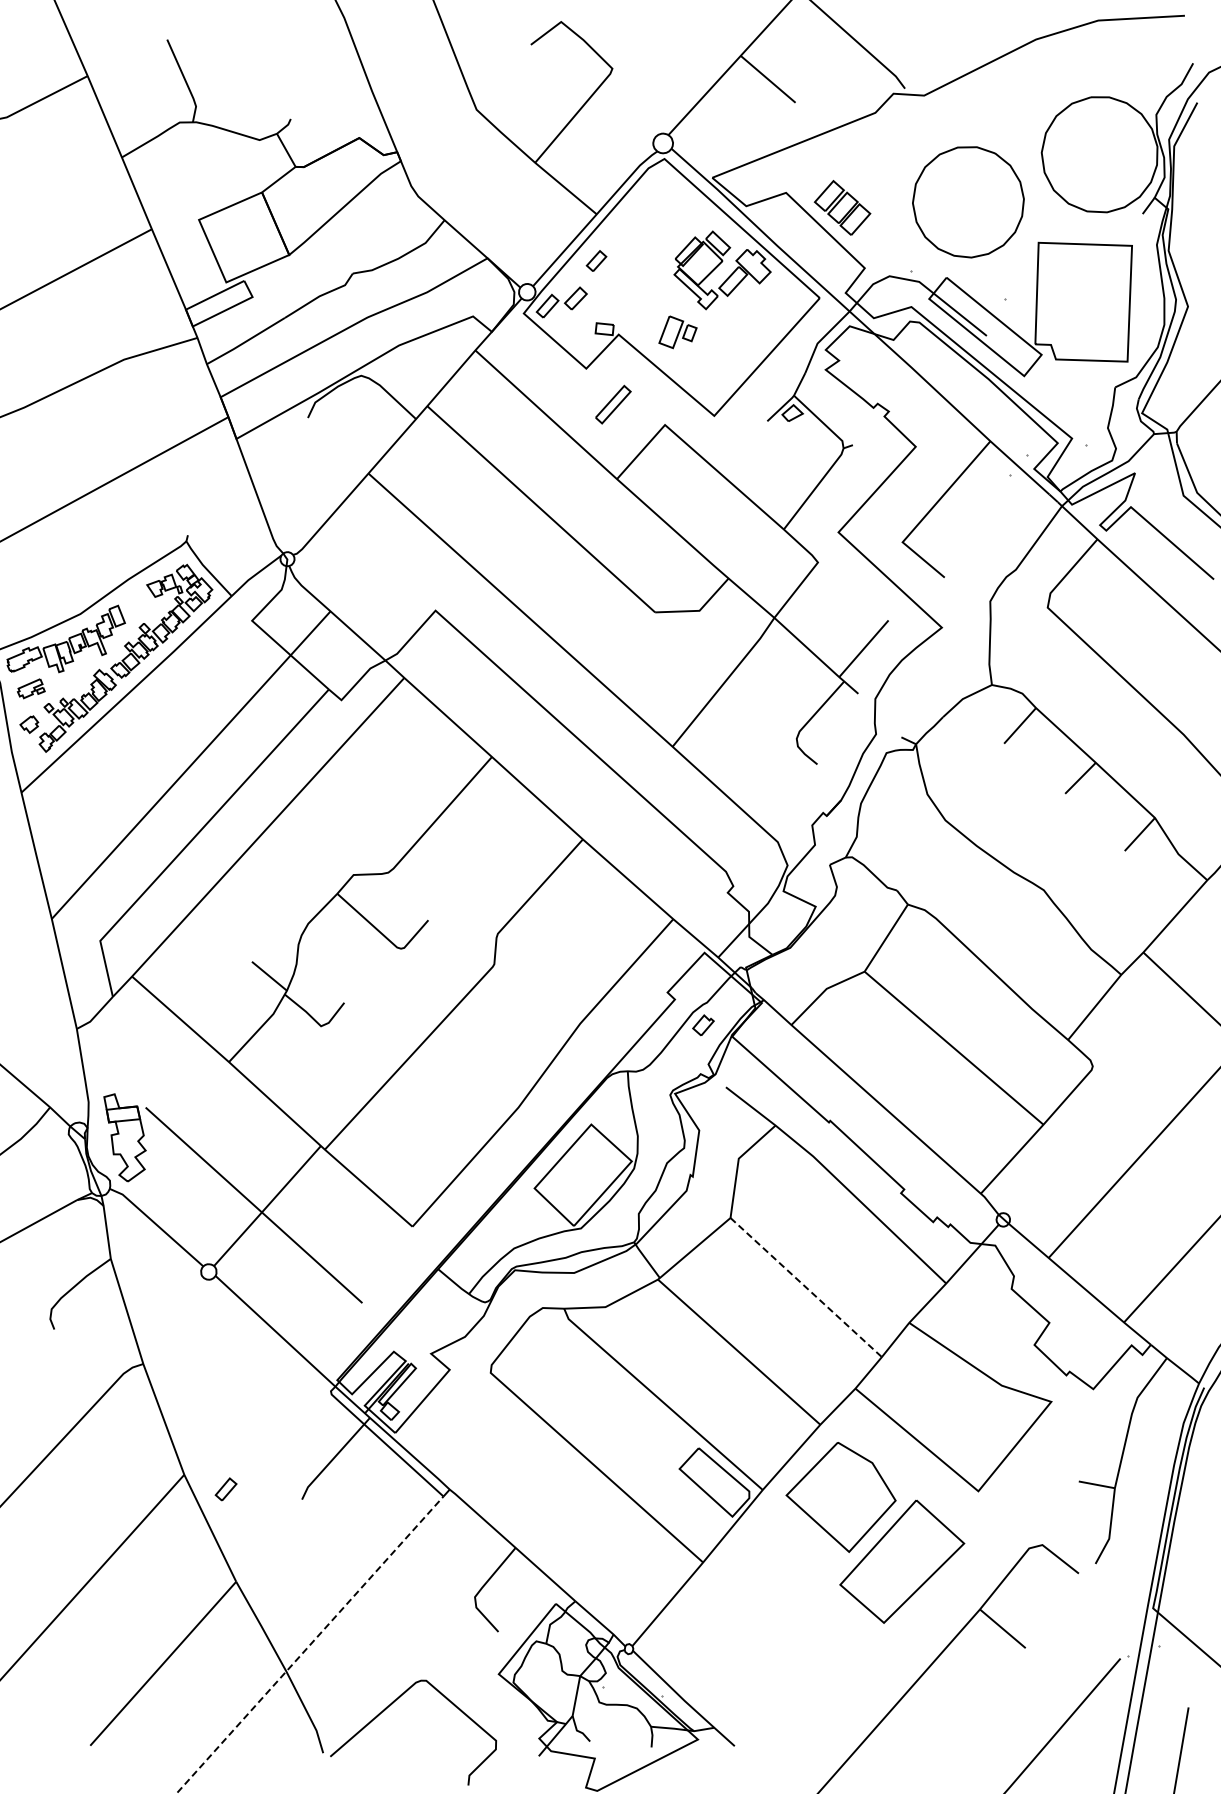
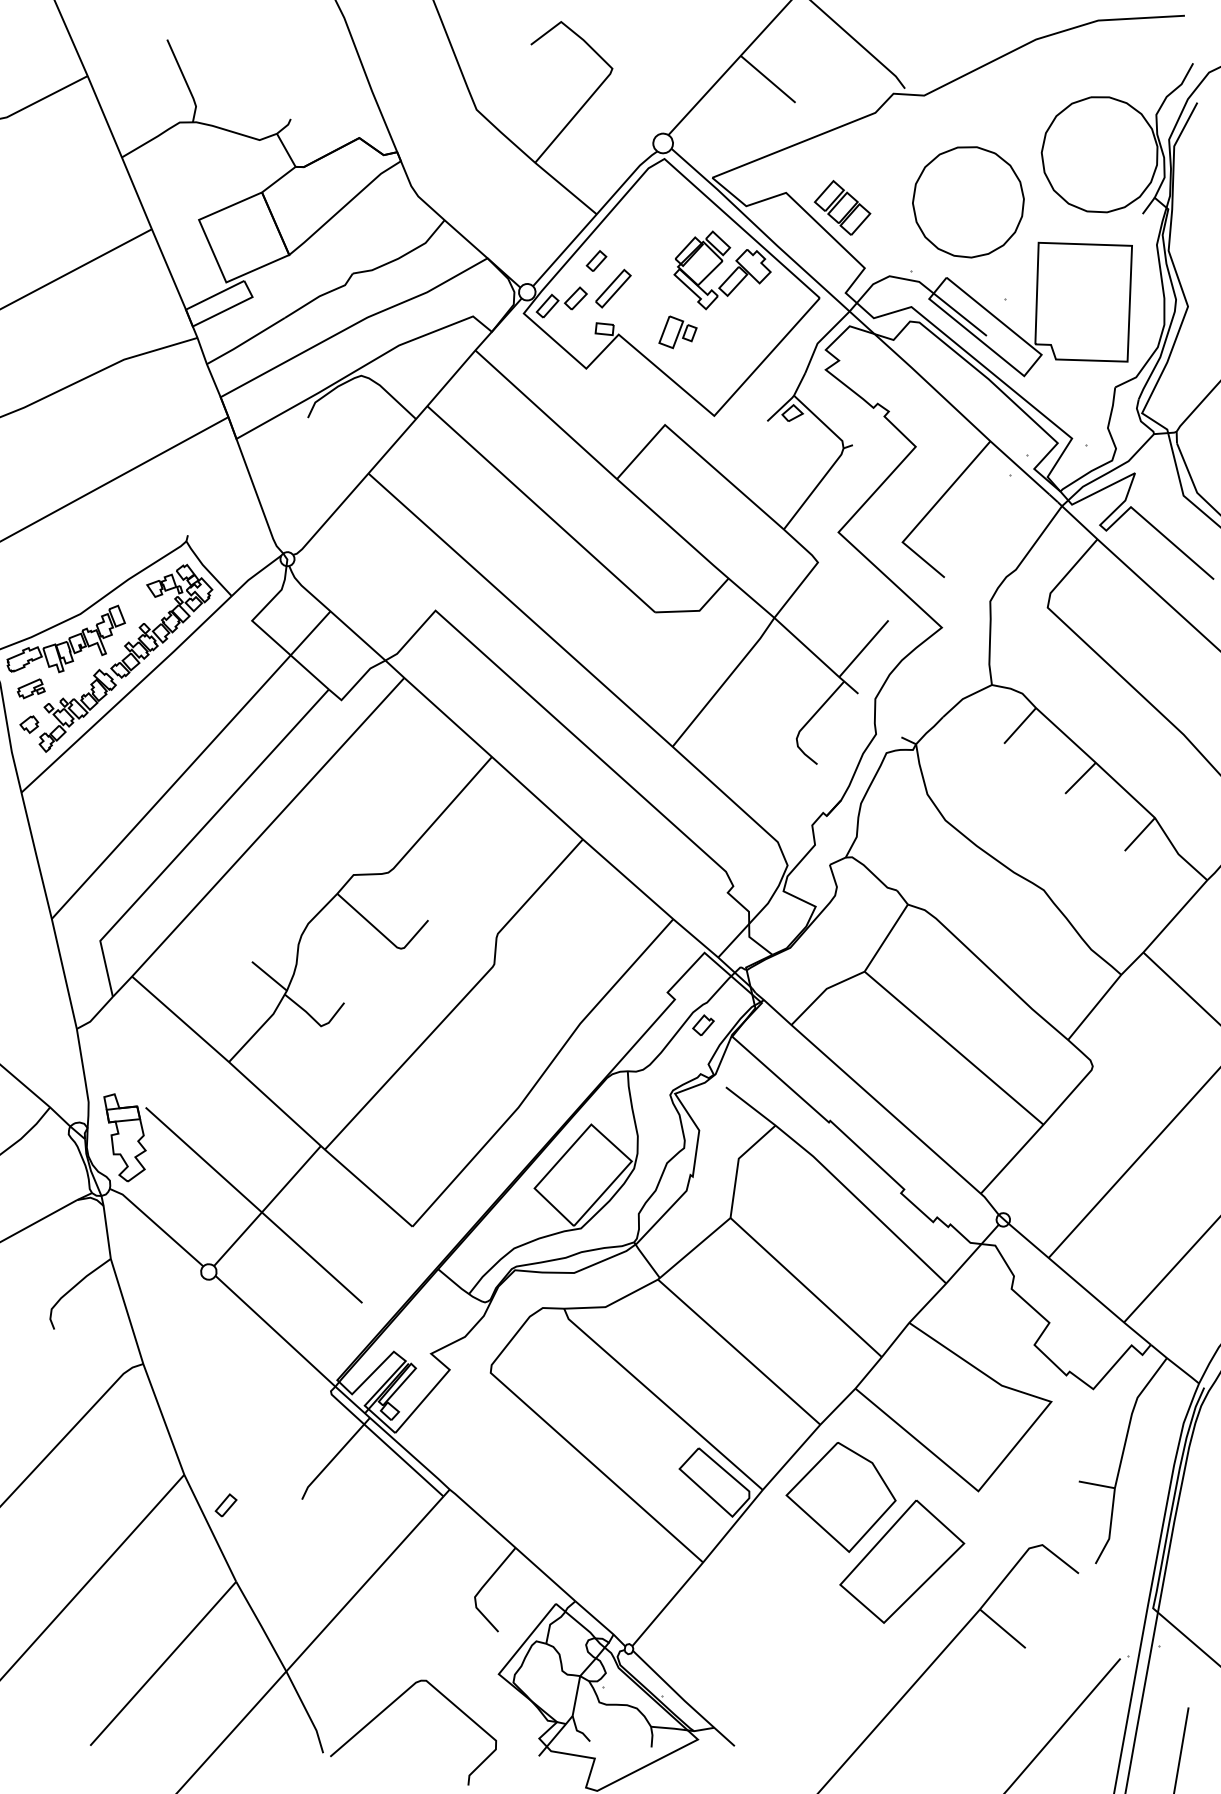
part at (613, 404) position: (613, 404) -> (613, 288)
line at (806, 1287): dashed -> solid
part at (225, 1489) position: (225, 1489) -> (225, 1505)
line at (310, 1644): dashed -> solid
